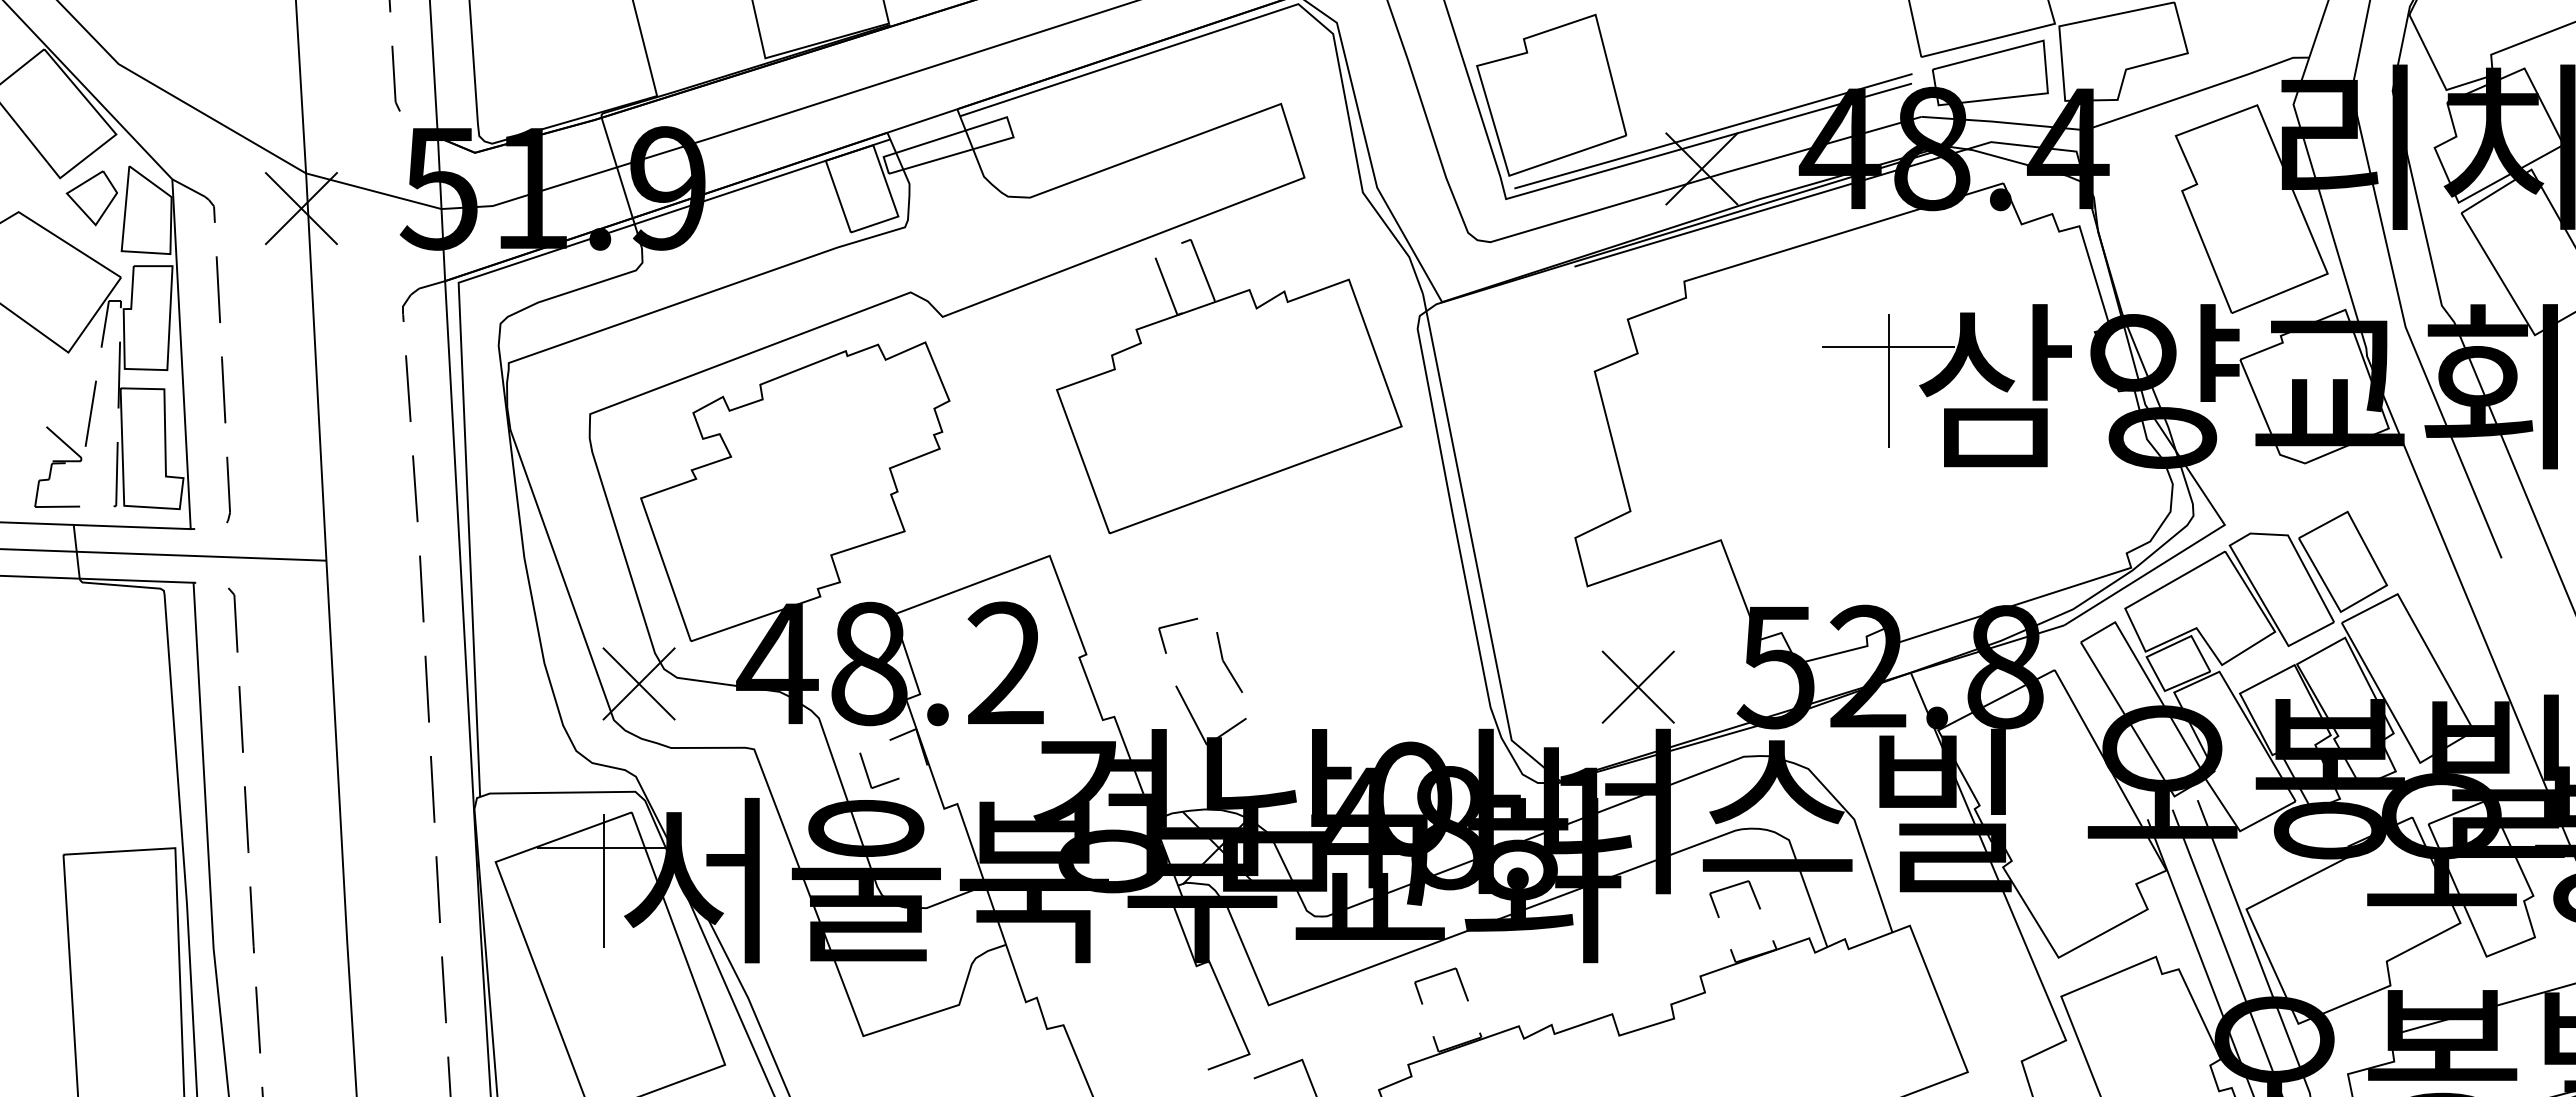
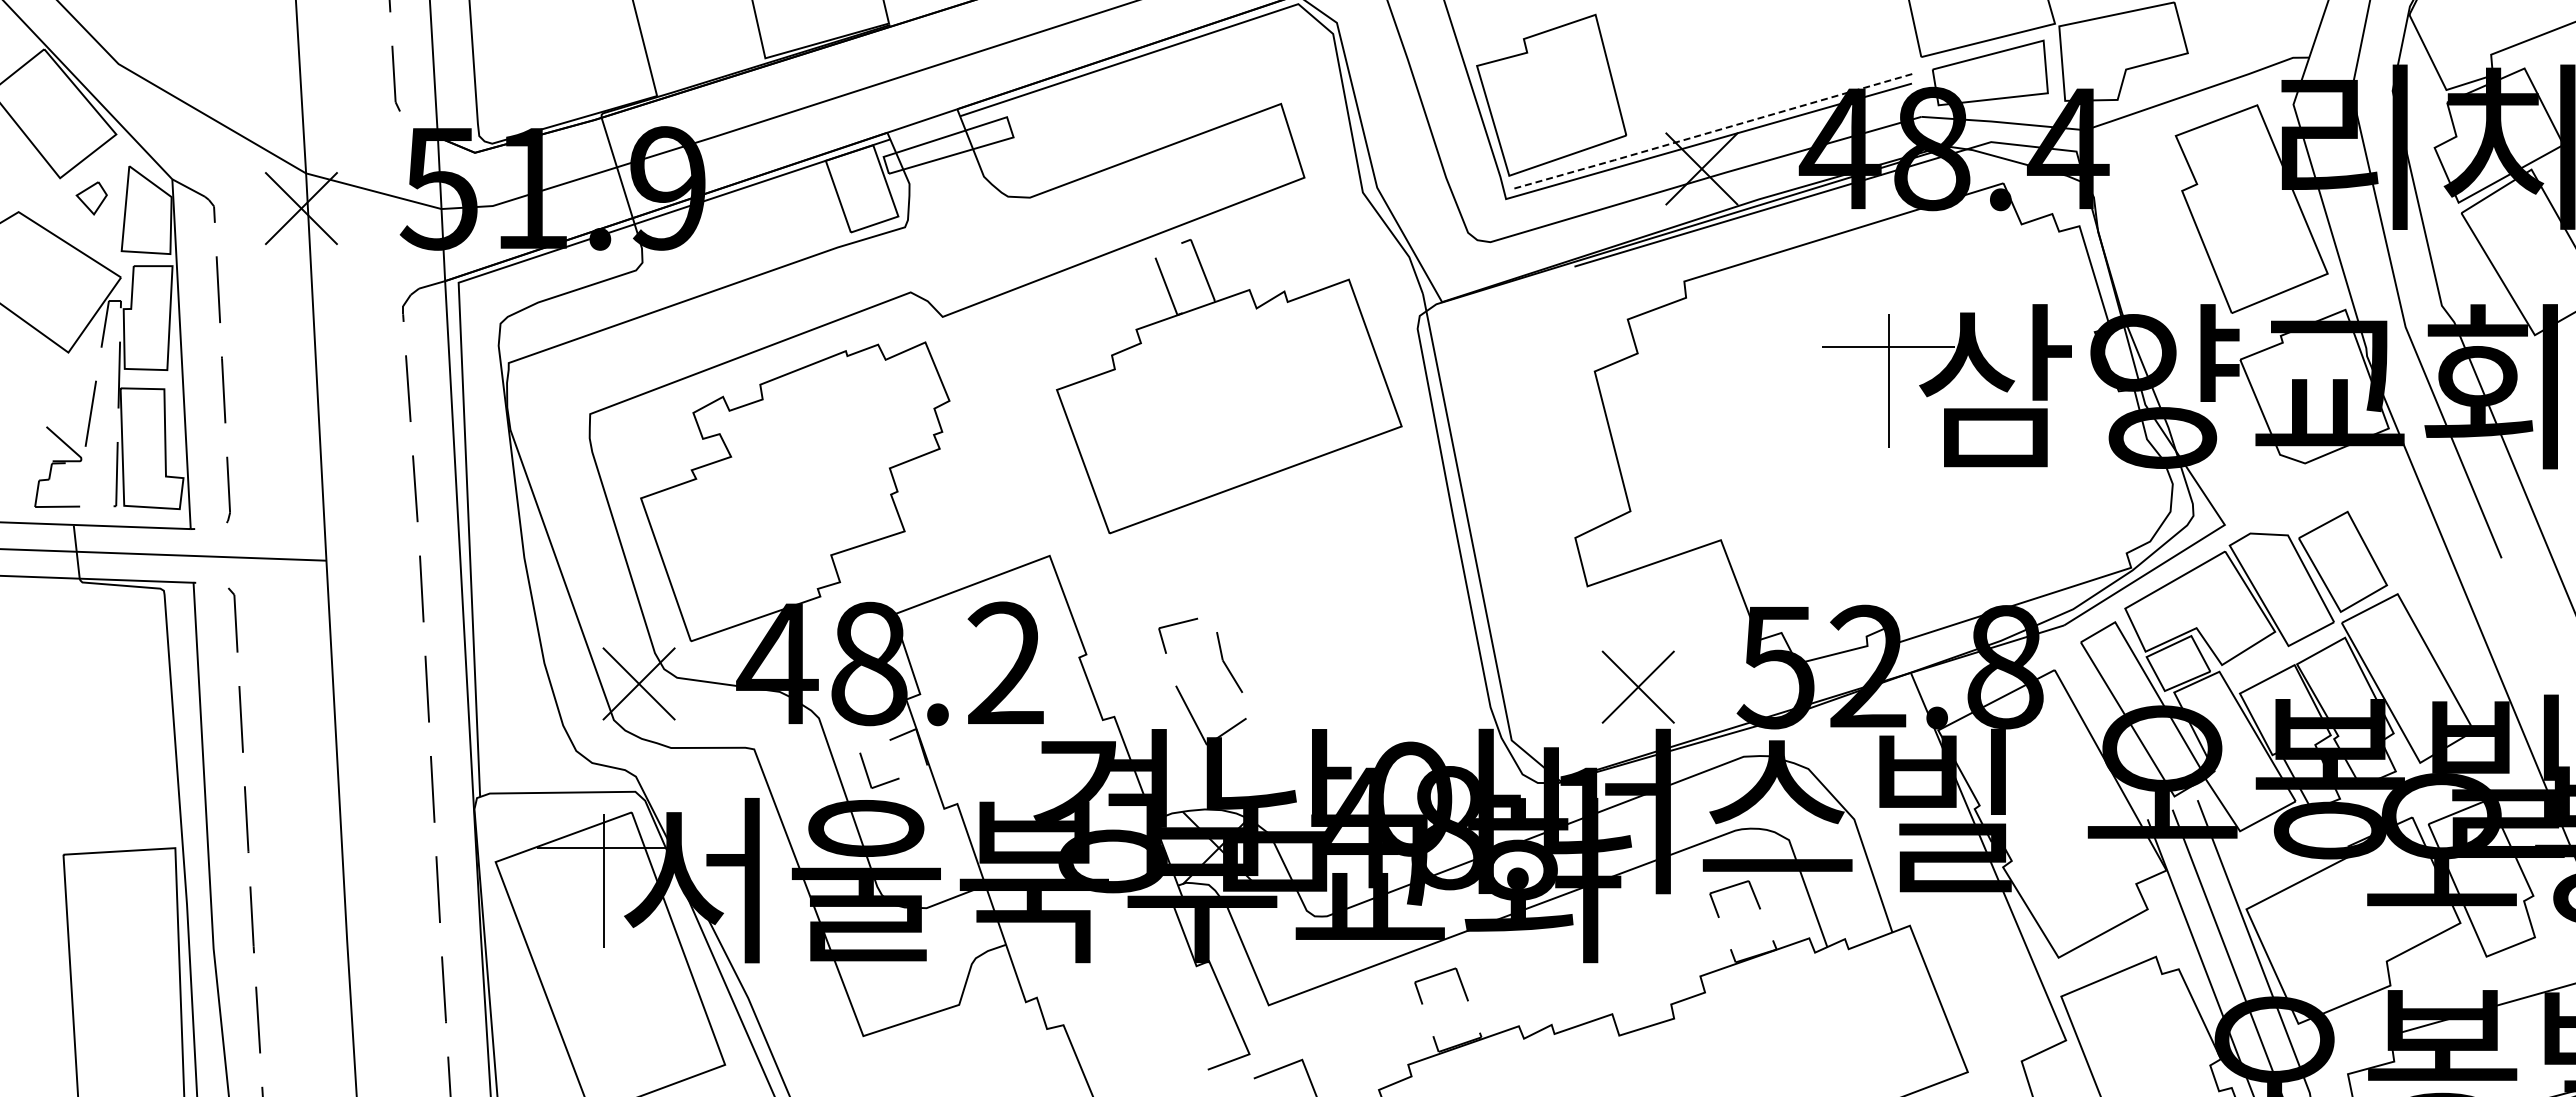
line at (1713, 131): solid -> dashed
part at (91, 198) size: 53x57 px -> 33x35 px
